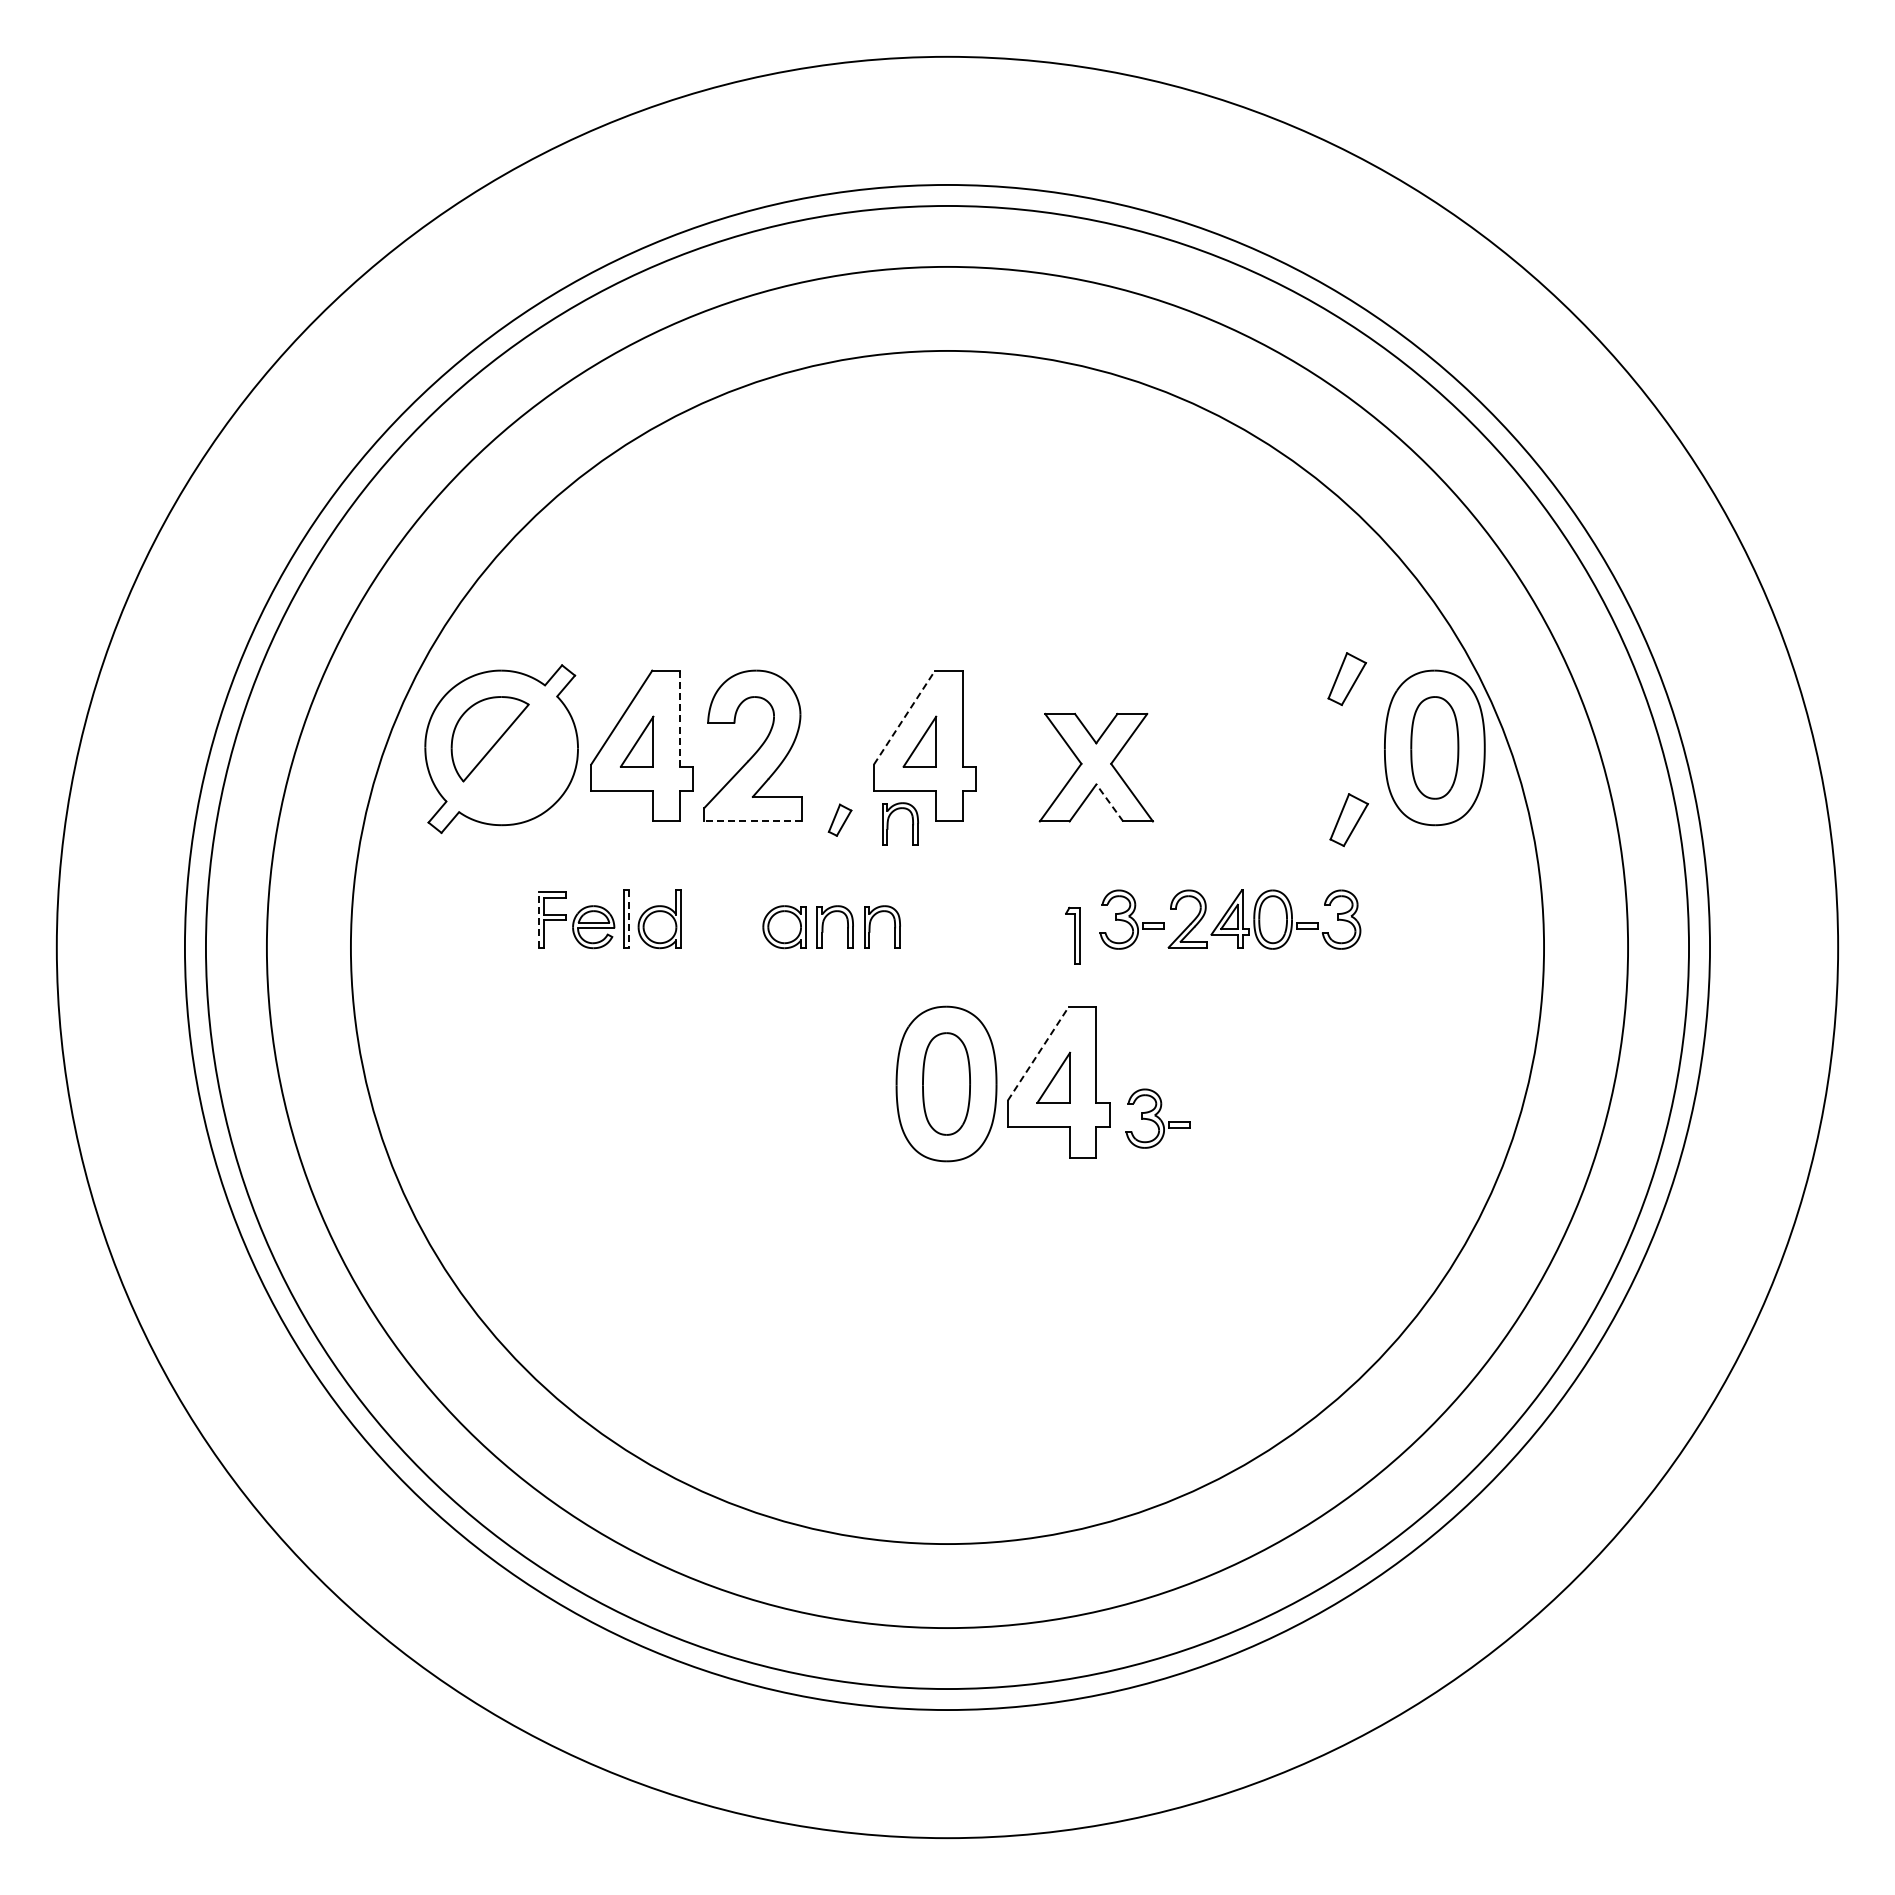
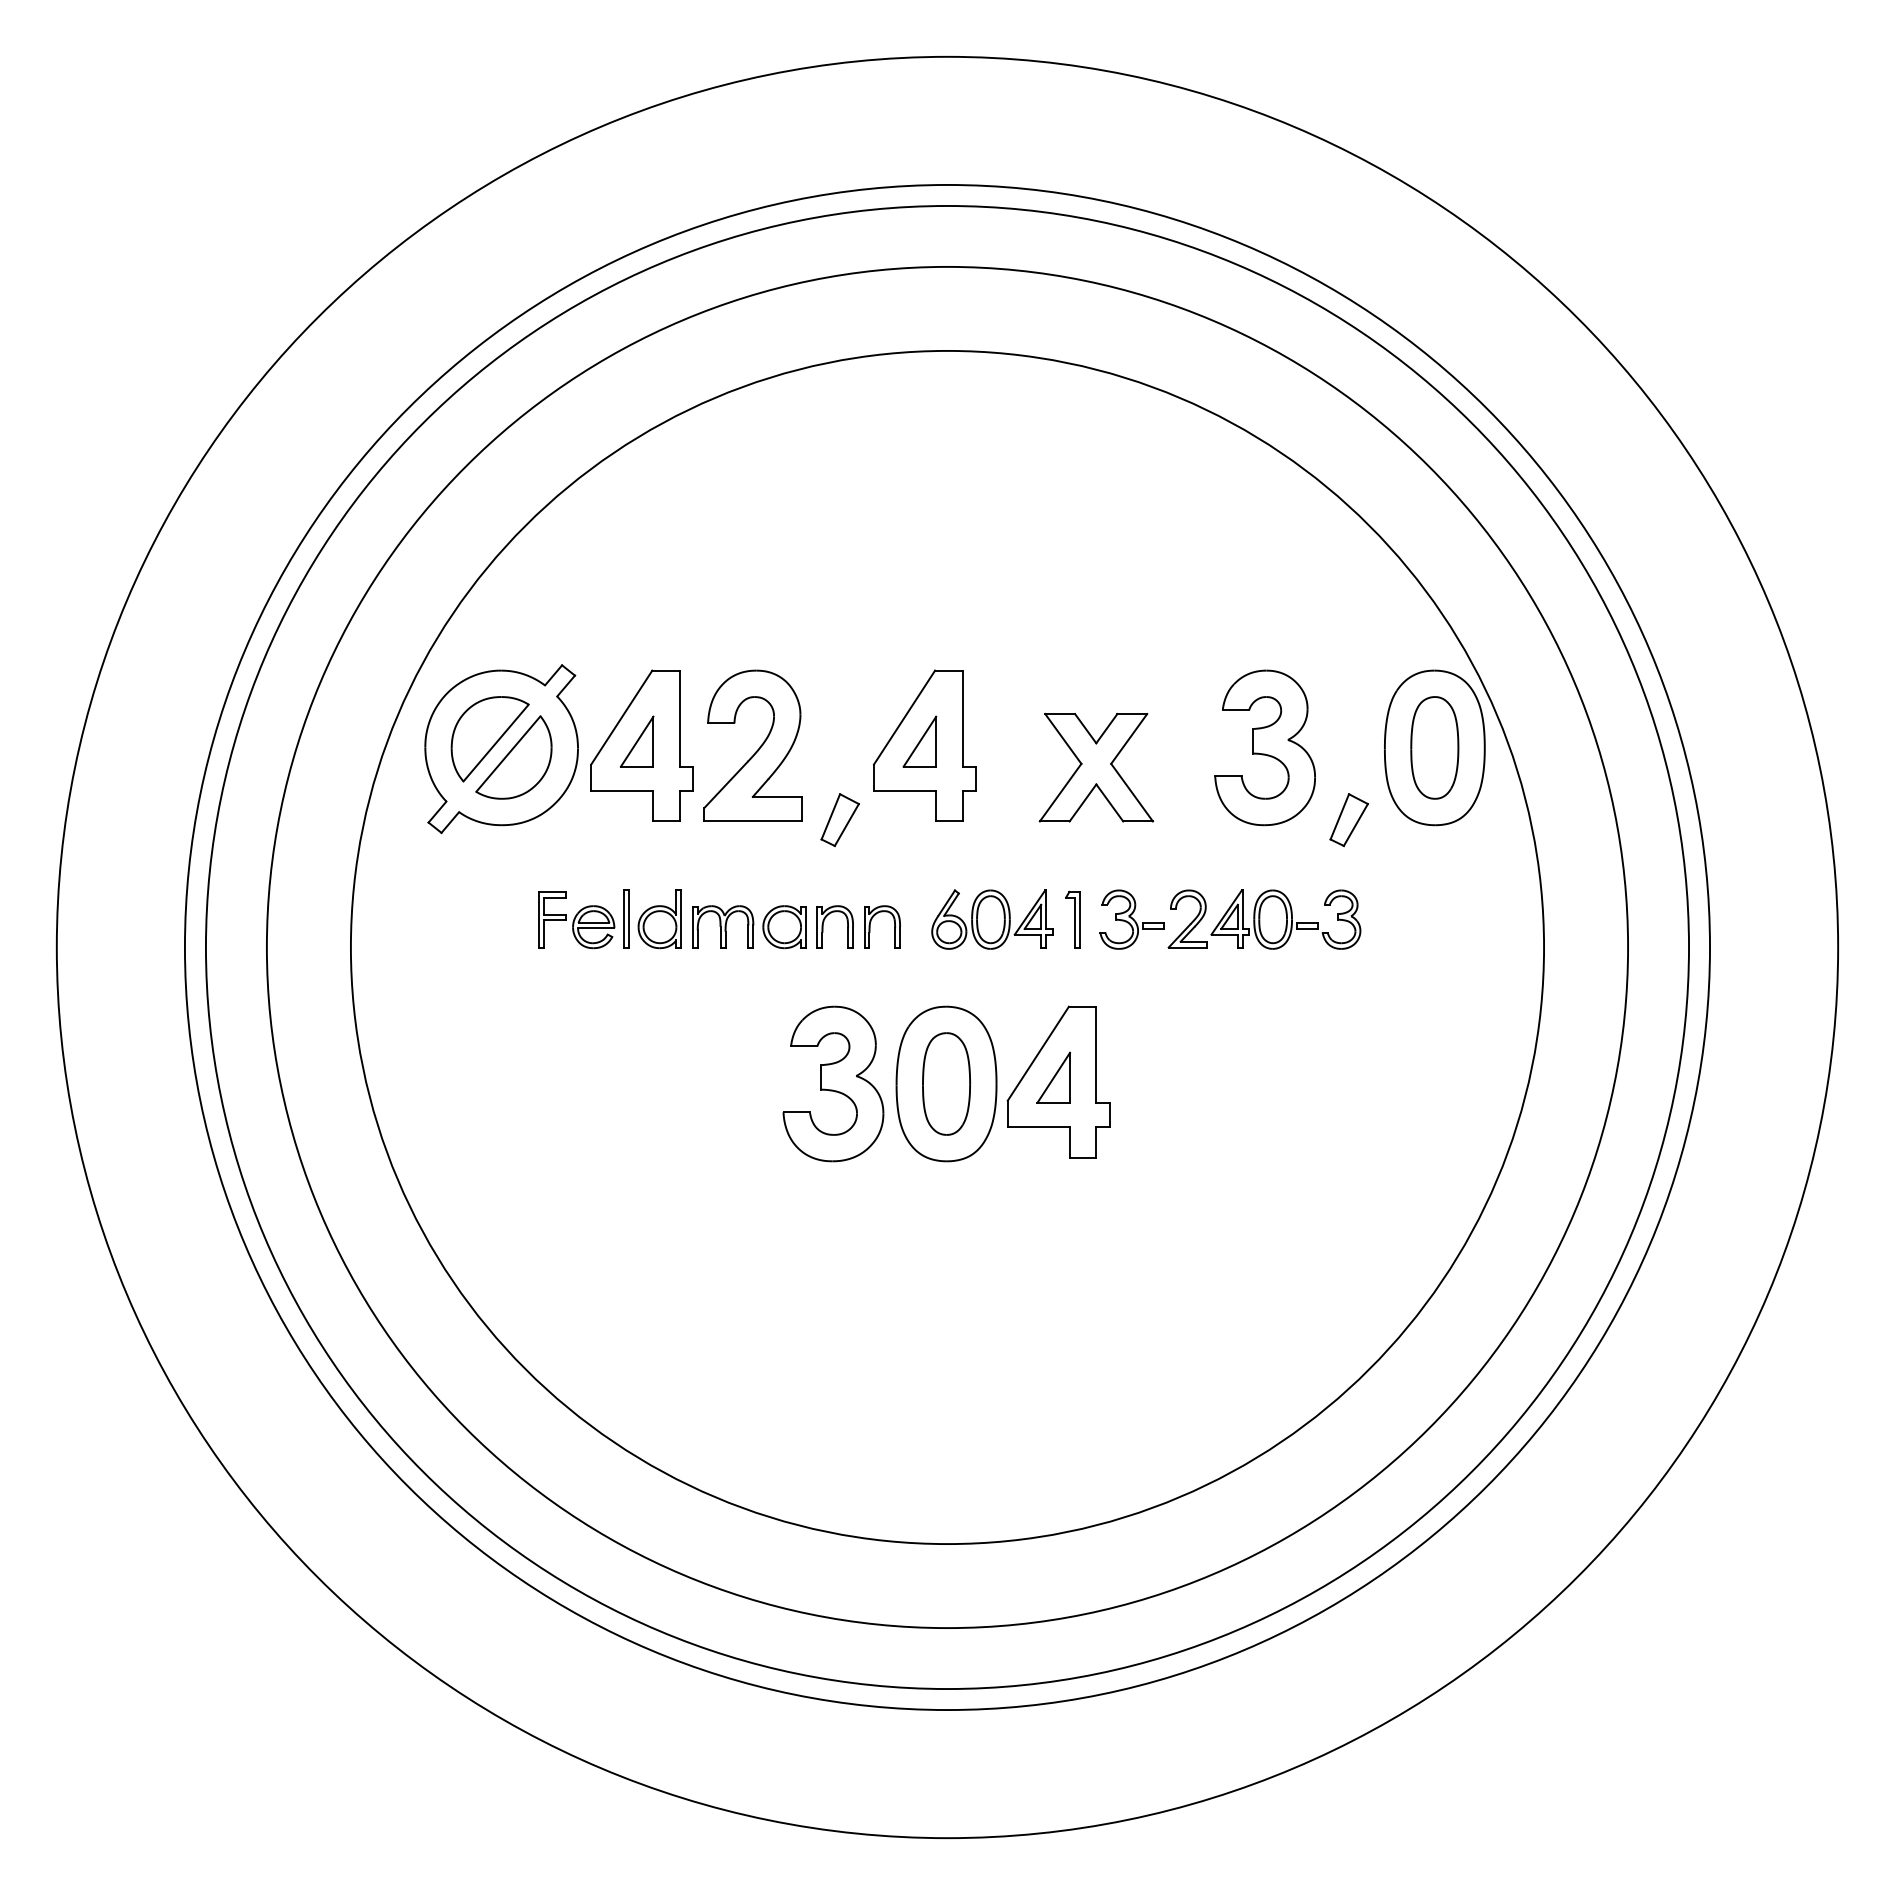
part at (1346, 679): present -> none
line at (904, 717): dashed -> solid
line at (679, 719): dashed -> solid
part at (1264, 747): none -> present
part at (513, 757): none -> present
line at (1109, 802): dashed -> solid
part at (839, 819) size: 26x34 px -> 40x55 px
line at (752, 821): dashed -> solid
part at (888, 823): present -> none
line at (538, 919): dashed -> solid
line at (628, 919): dashed -> solid
part at (992, 919): none -> present
part at (723, 926): none -> present
part at (1072, 935) position: (1072, 935) -> (1072, 919)
line at (1038, 1053): dashed -> solid
part at (833, 1083): none -> present
part at (1157, 1118): present -> none
